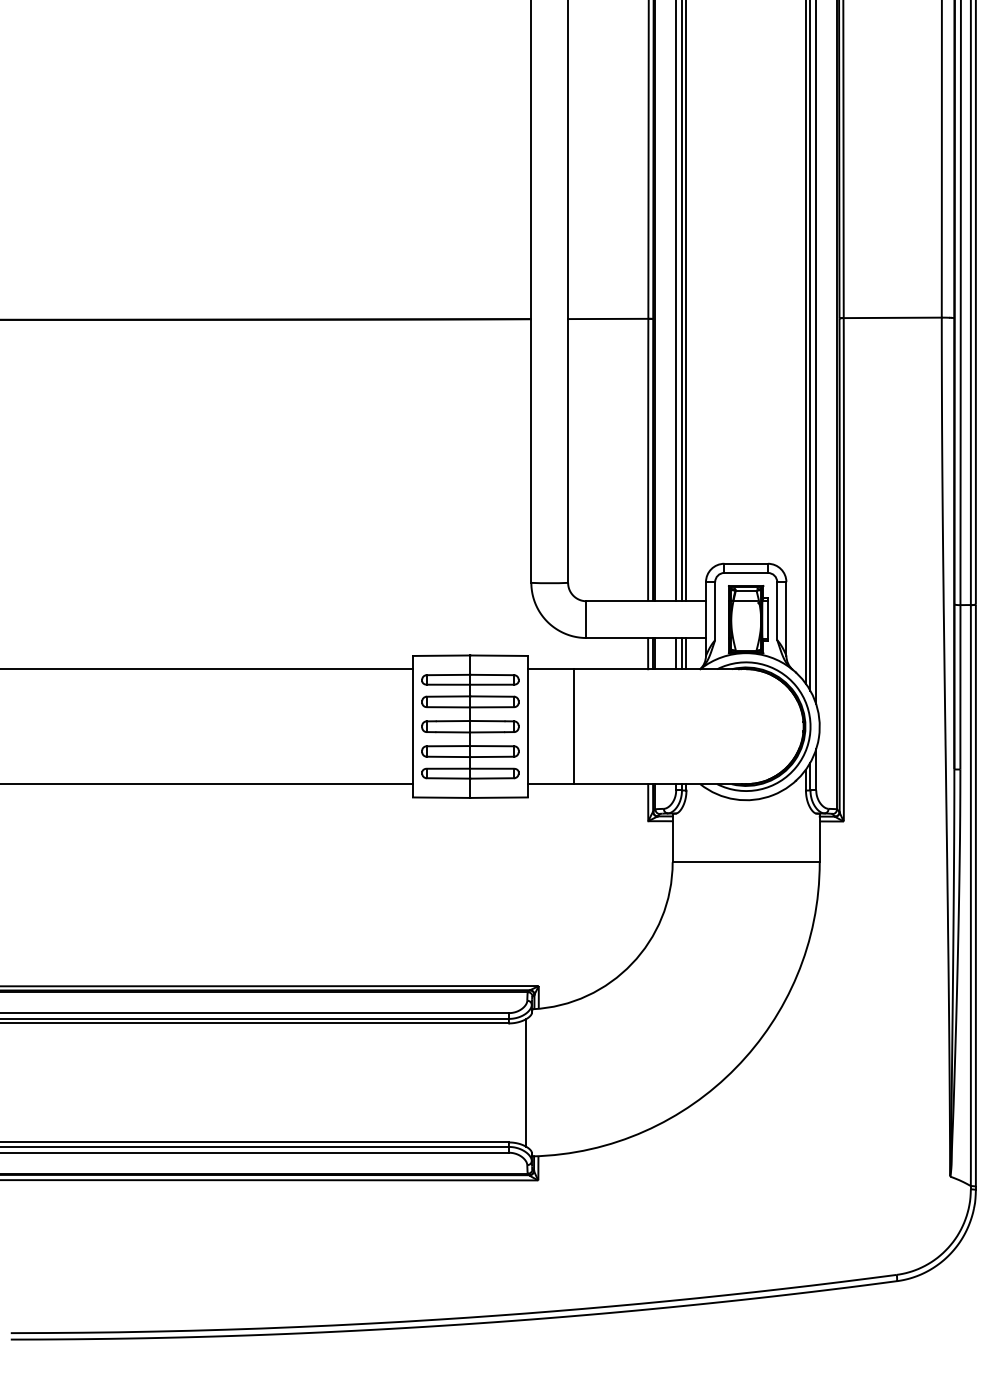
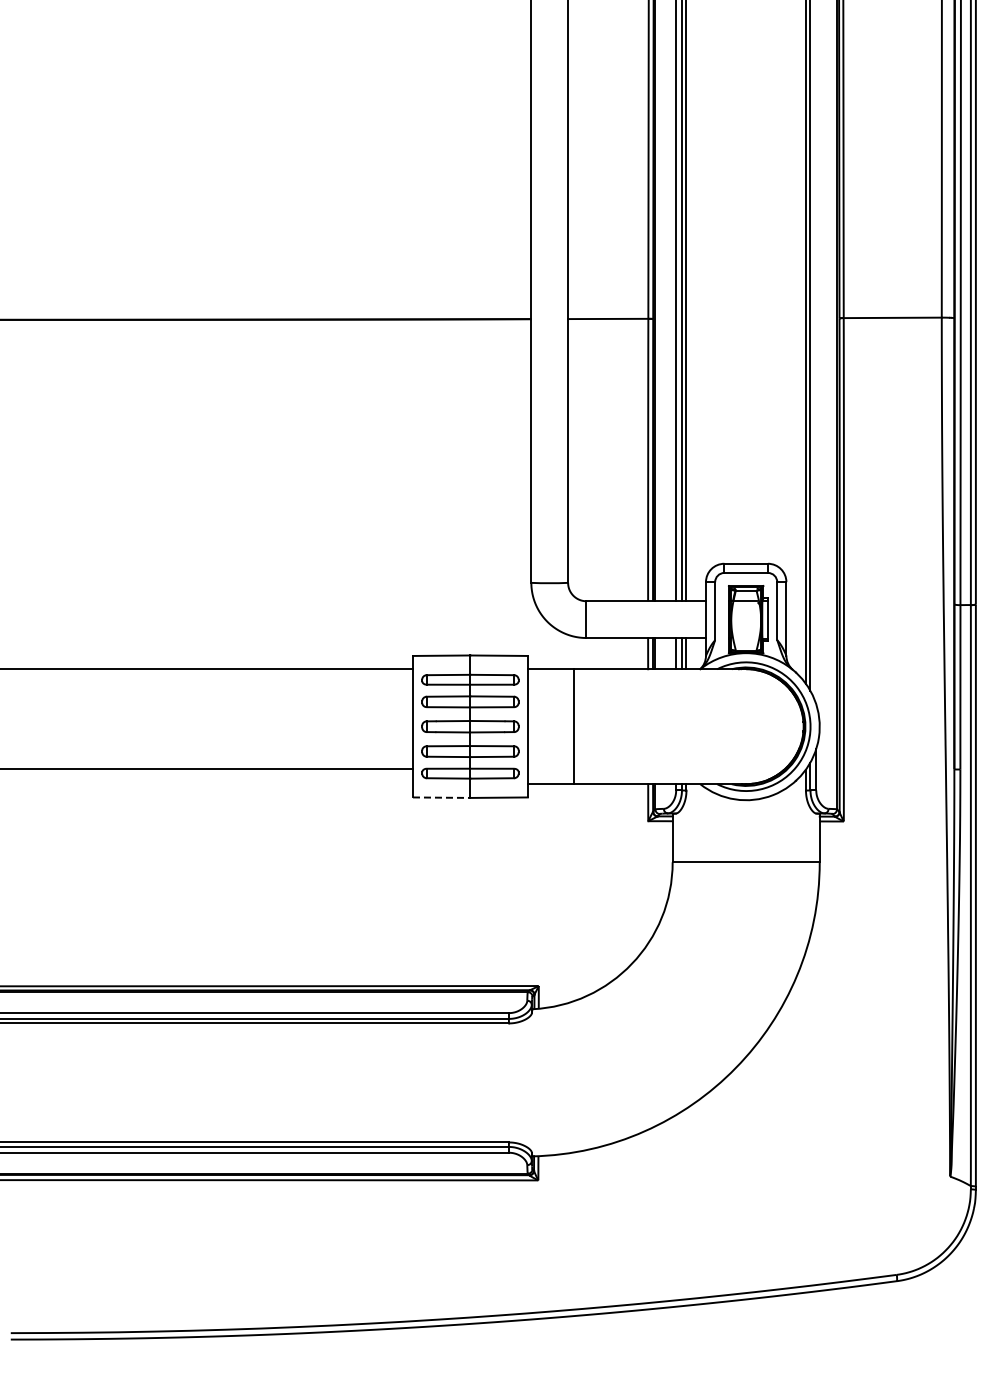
line at (816, 353): present -> none
line at (207, 784) position: (207, 784) -> (207, 769)
line at (441, 797): solid -> dashed
line at (525, 1082): present -> none
